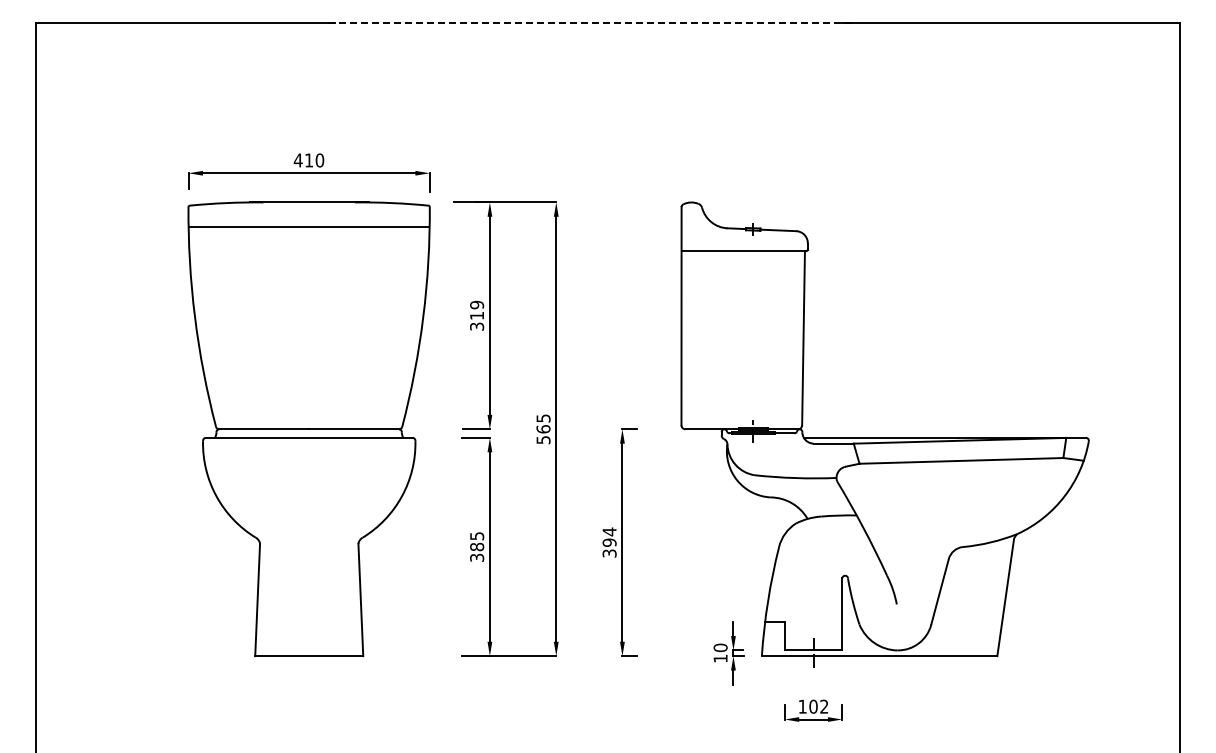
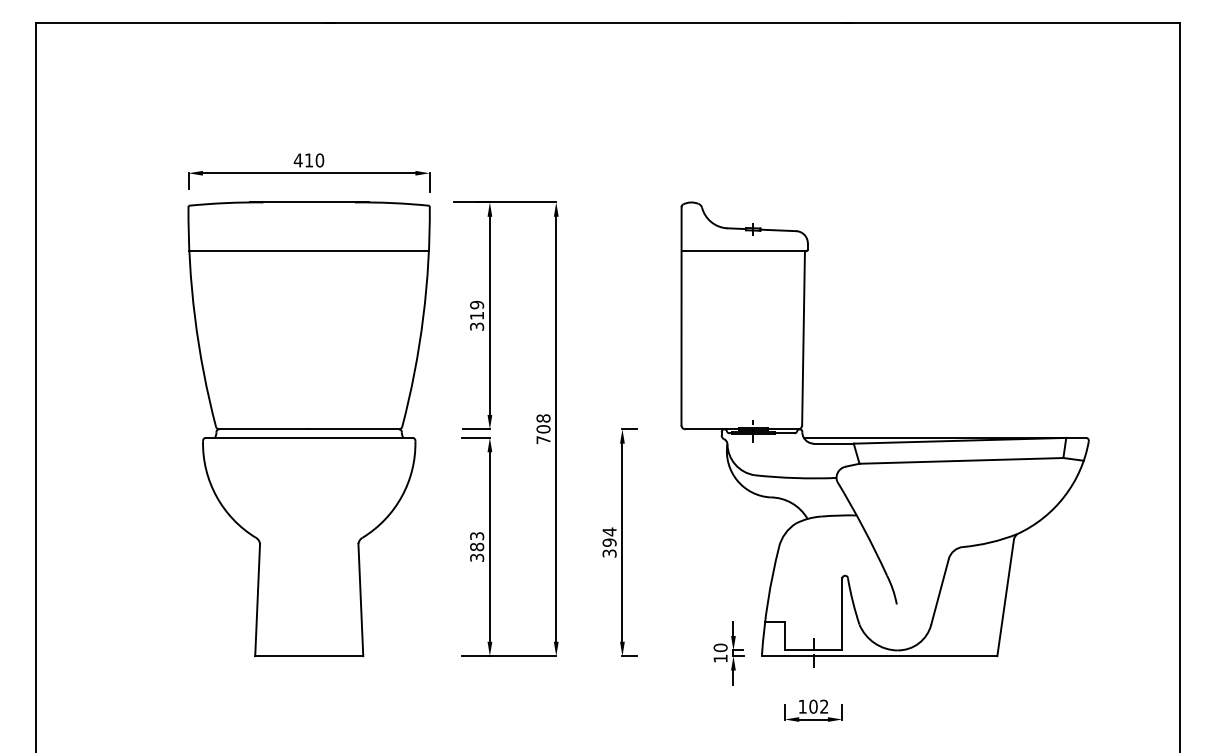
line at (588, 22): dashed -> solid
line at (308, 227) position: (308, 227) -> (308, 251)
text at (543, 429): 565 -> 708
text at (476, 535): 385 -> 383
